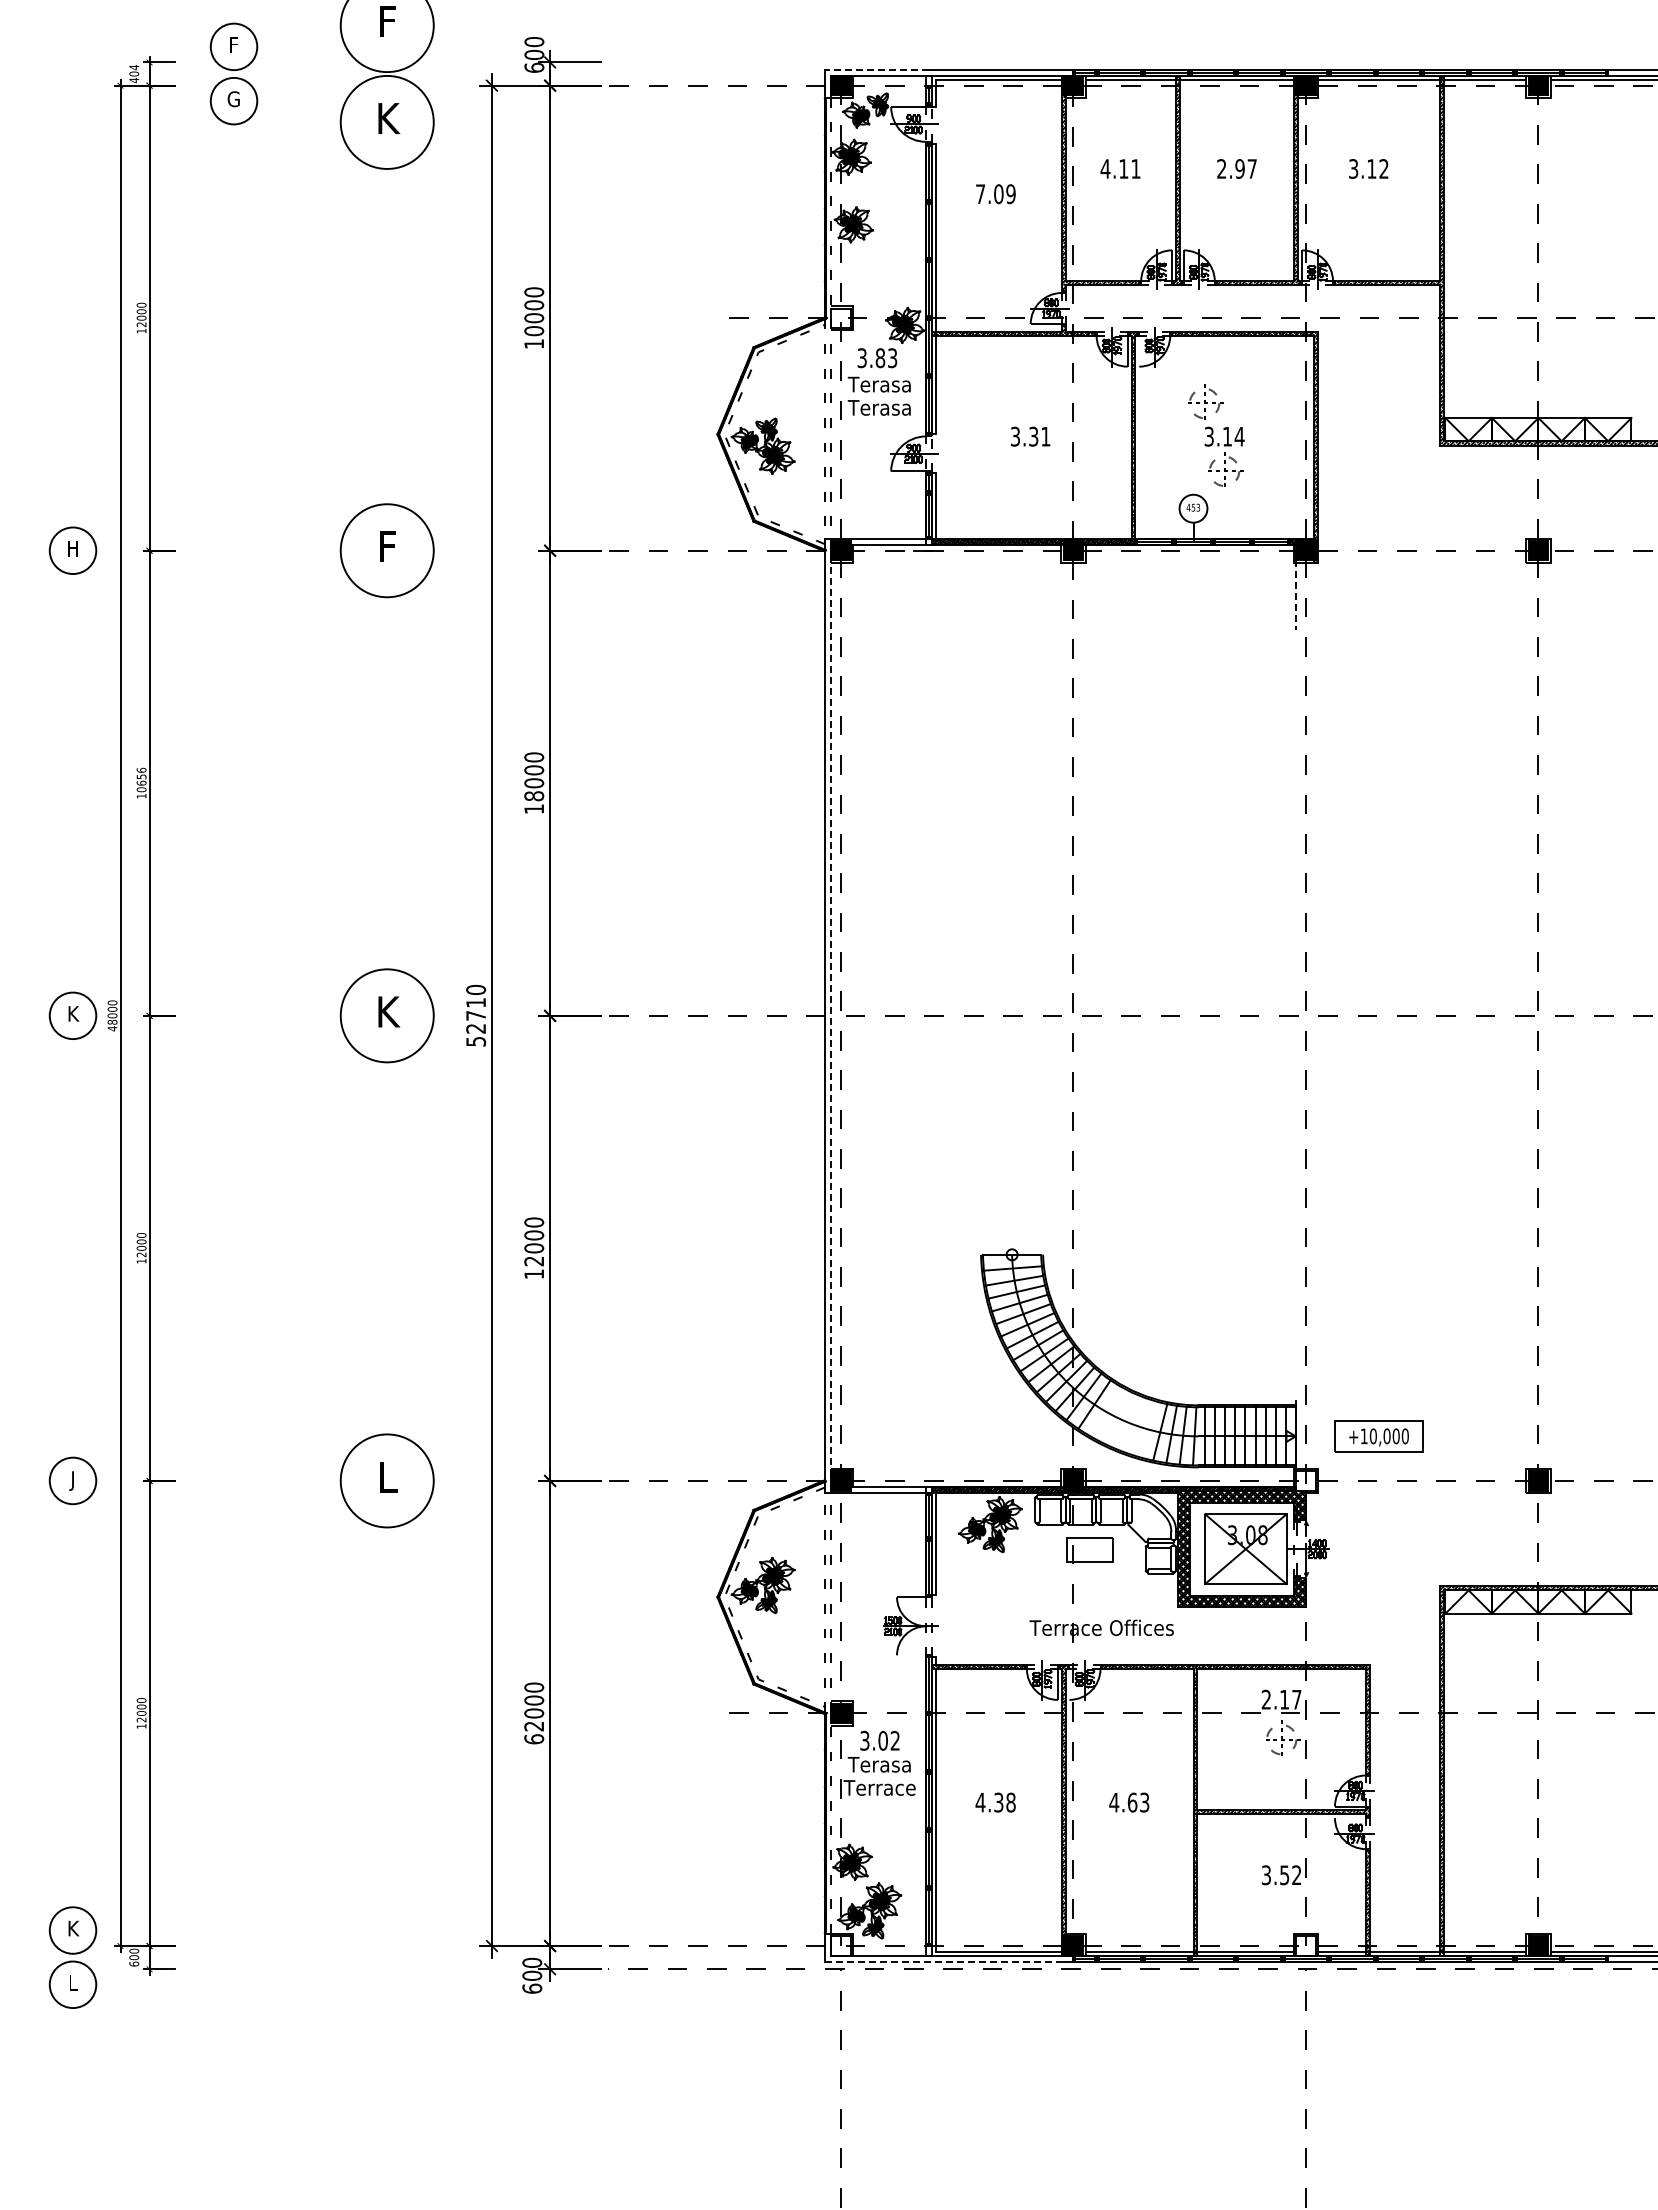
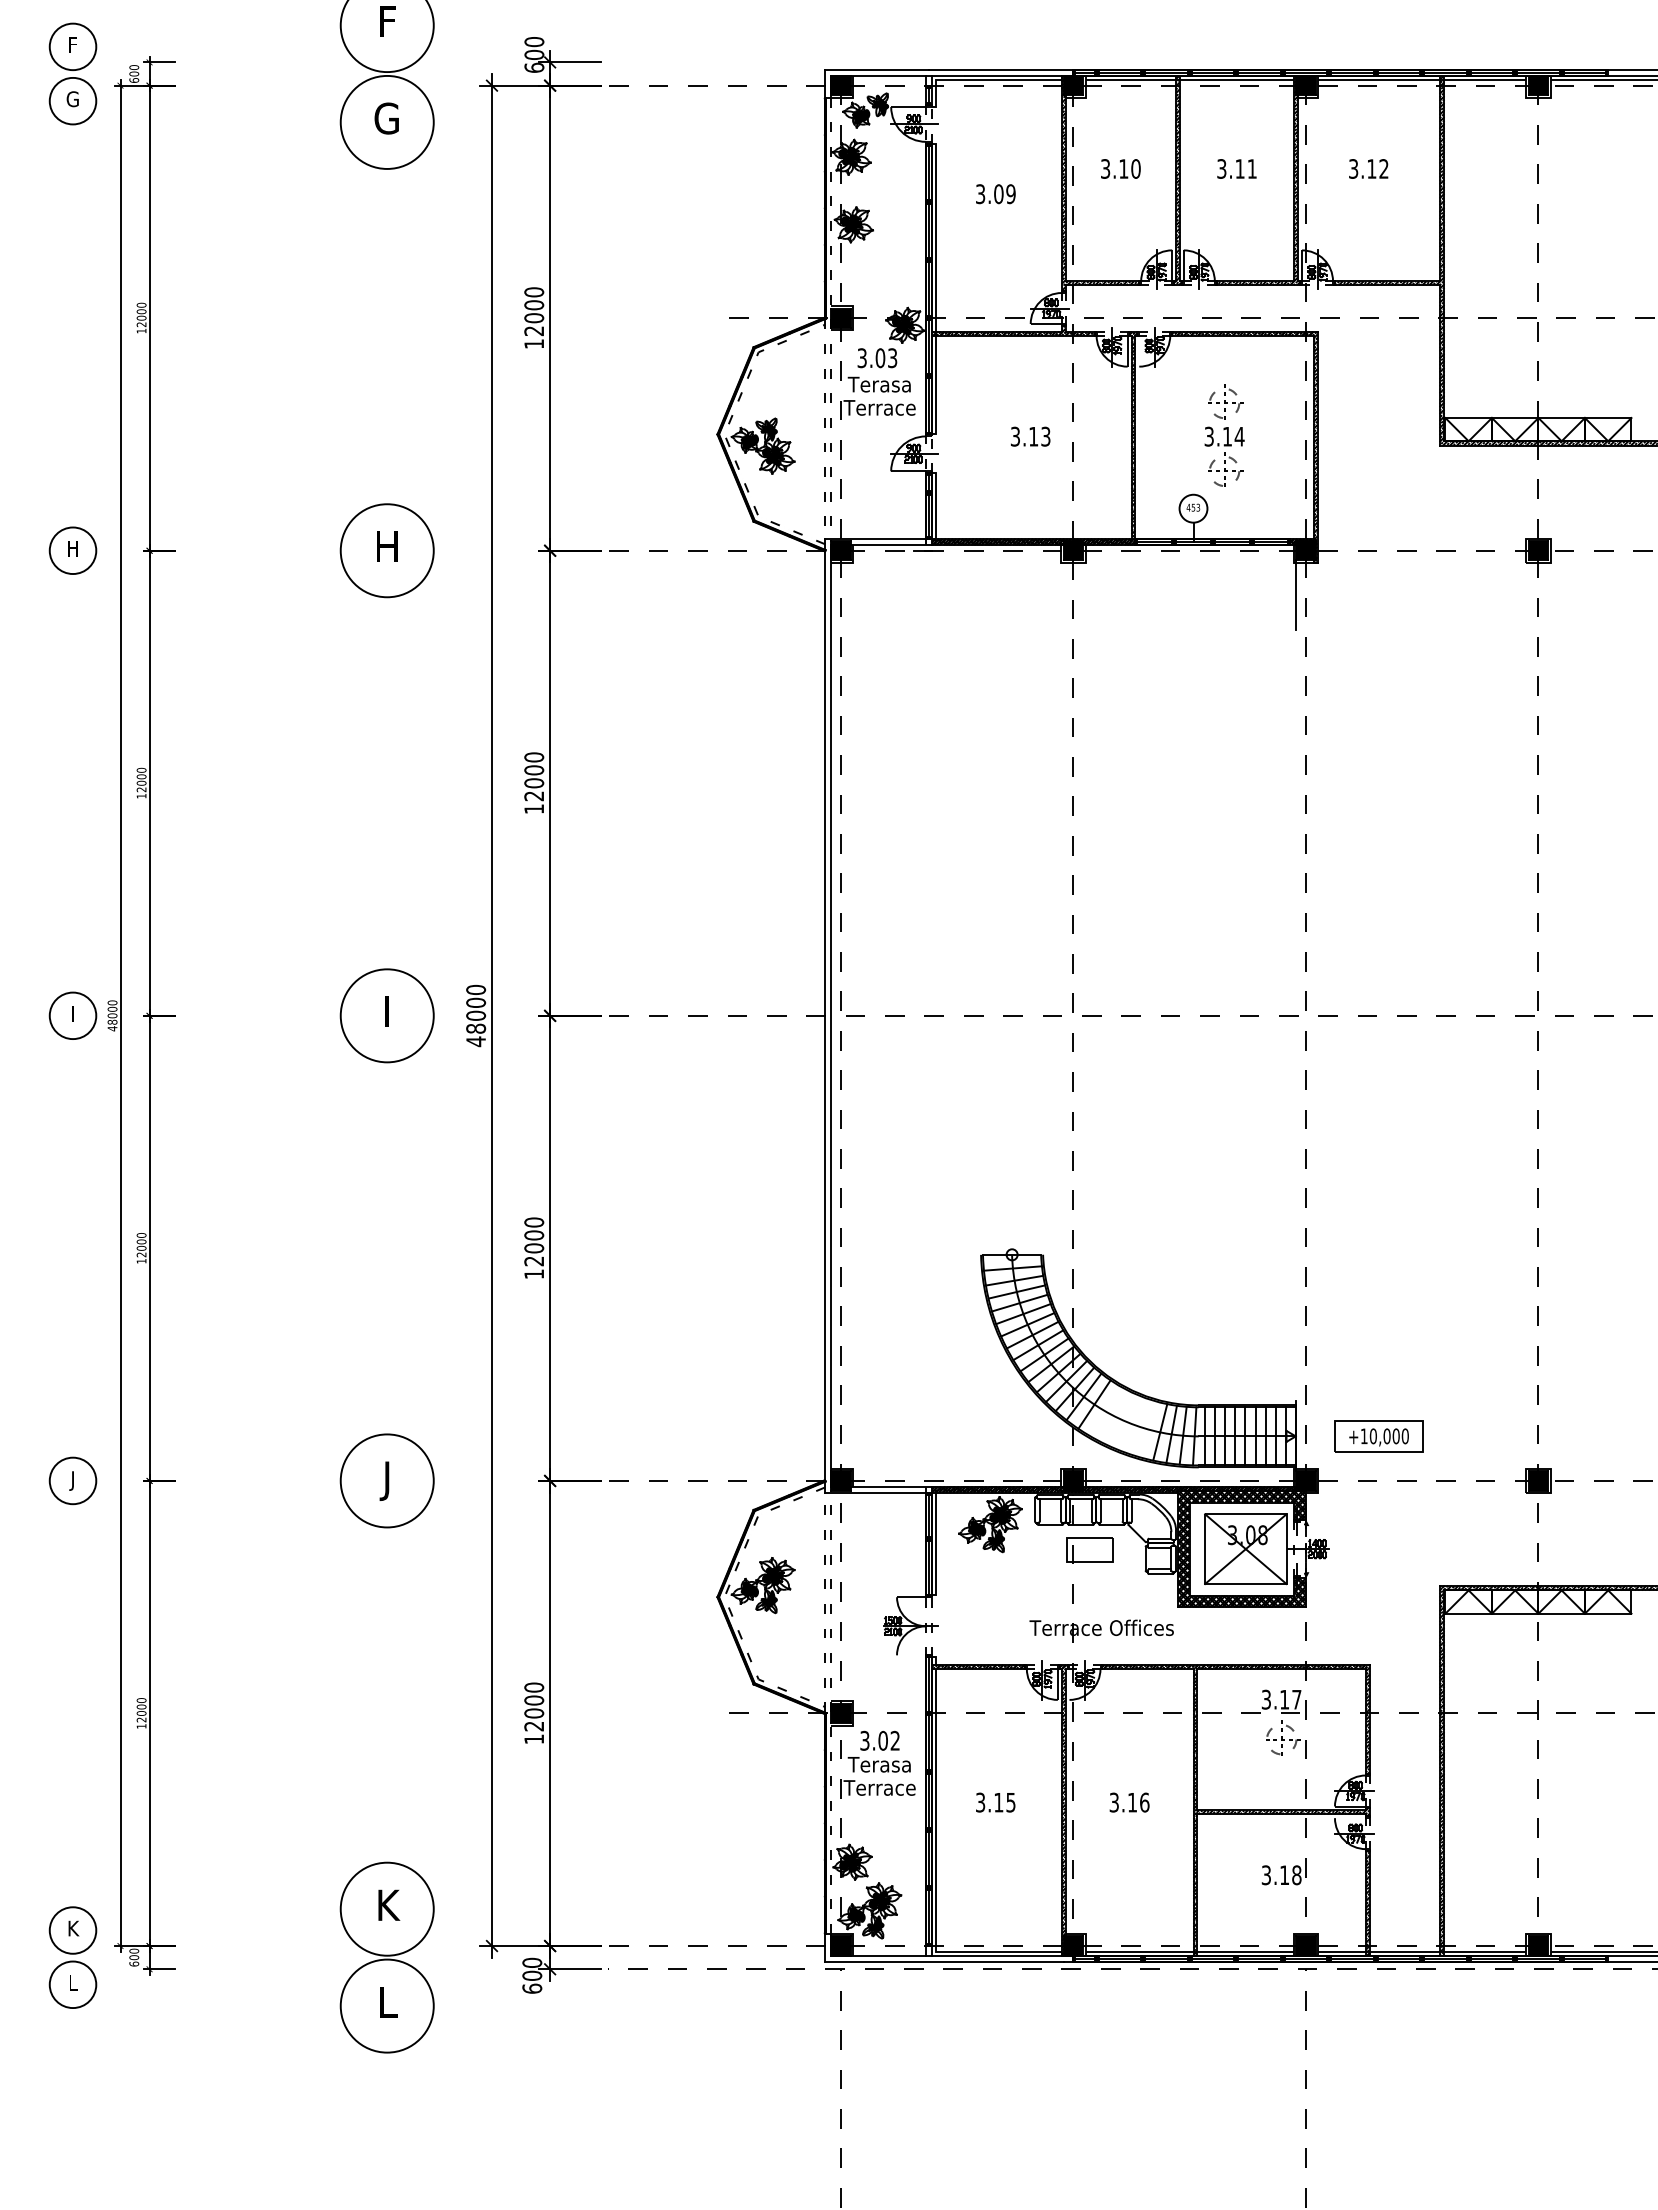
line at (877, 70): dashed -> solid
part at (233, 73) position: (233, 73) -> (72, 73)
text at (134, 74): 404 -> 600
text at (387, 118): K -> G
text at (1120, 168): 4.11 -> 3.10
text at (1236, 168): 2.97 -> 3.11
text at (980, 194): 7.09 -> 3.09
fill at (840, 317): none -> present
text at (534, 331): 10000 -> 12000
text at (880, 357): 3.83 -> 3.03
part at (1205, 401) position: (1205, 401) -> (1225, 401)
text at (879, 407): Terasa -> Terrace
text at (1039, 436): 3.31 -> 3.13
text at (387, 546): F -> H
line at (1296, 595): dashed -> solid
text at (141, 779): 10656 -> 12000
text at (534, 796): 18000 -> 12000
text at (389, 1011): K -> I
text at (73, 1013): K -> I
line at (831, 1015): dashed -> solid
text at (476, 1022): 52710 -> 48000
text at (388, 1480): L -> J
fill at (1305, 1480): none -> present
text at (1265, 1699): 2.17 -> 3.17
text at (534, 1739): 62000 -> 12000
text at (995, 1802): 4.38 -> 3.15
text at (1129, 1802): 4.63 -> 3.16
text at (1290, 1875): 3.52 -> 3.18
fill at (840, 1945): none -> present
fill at (1305, 1945): none -> present
part at (386, 1957): none -> present
line at (944, 1961): dashed -> solid
